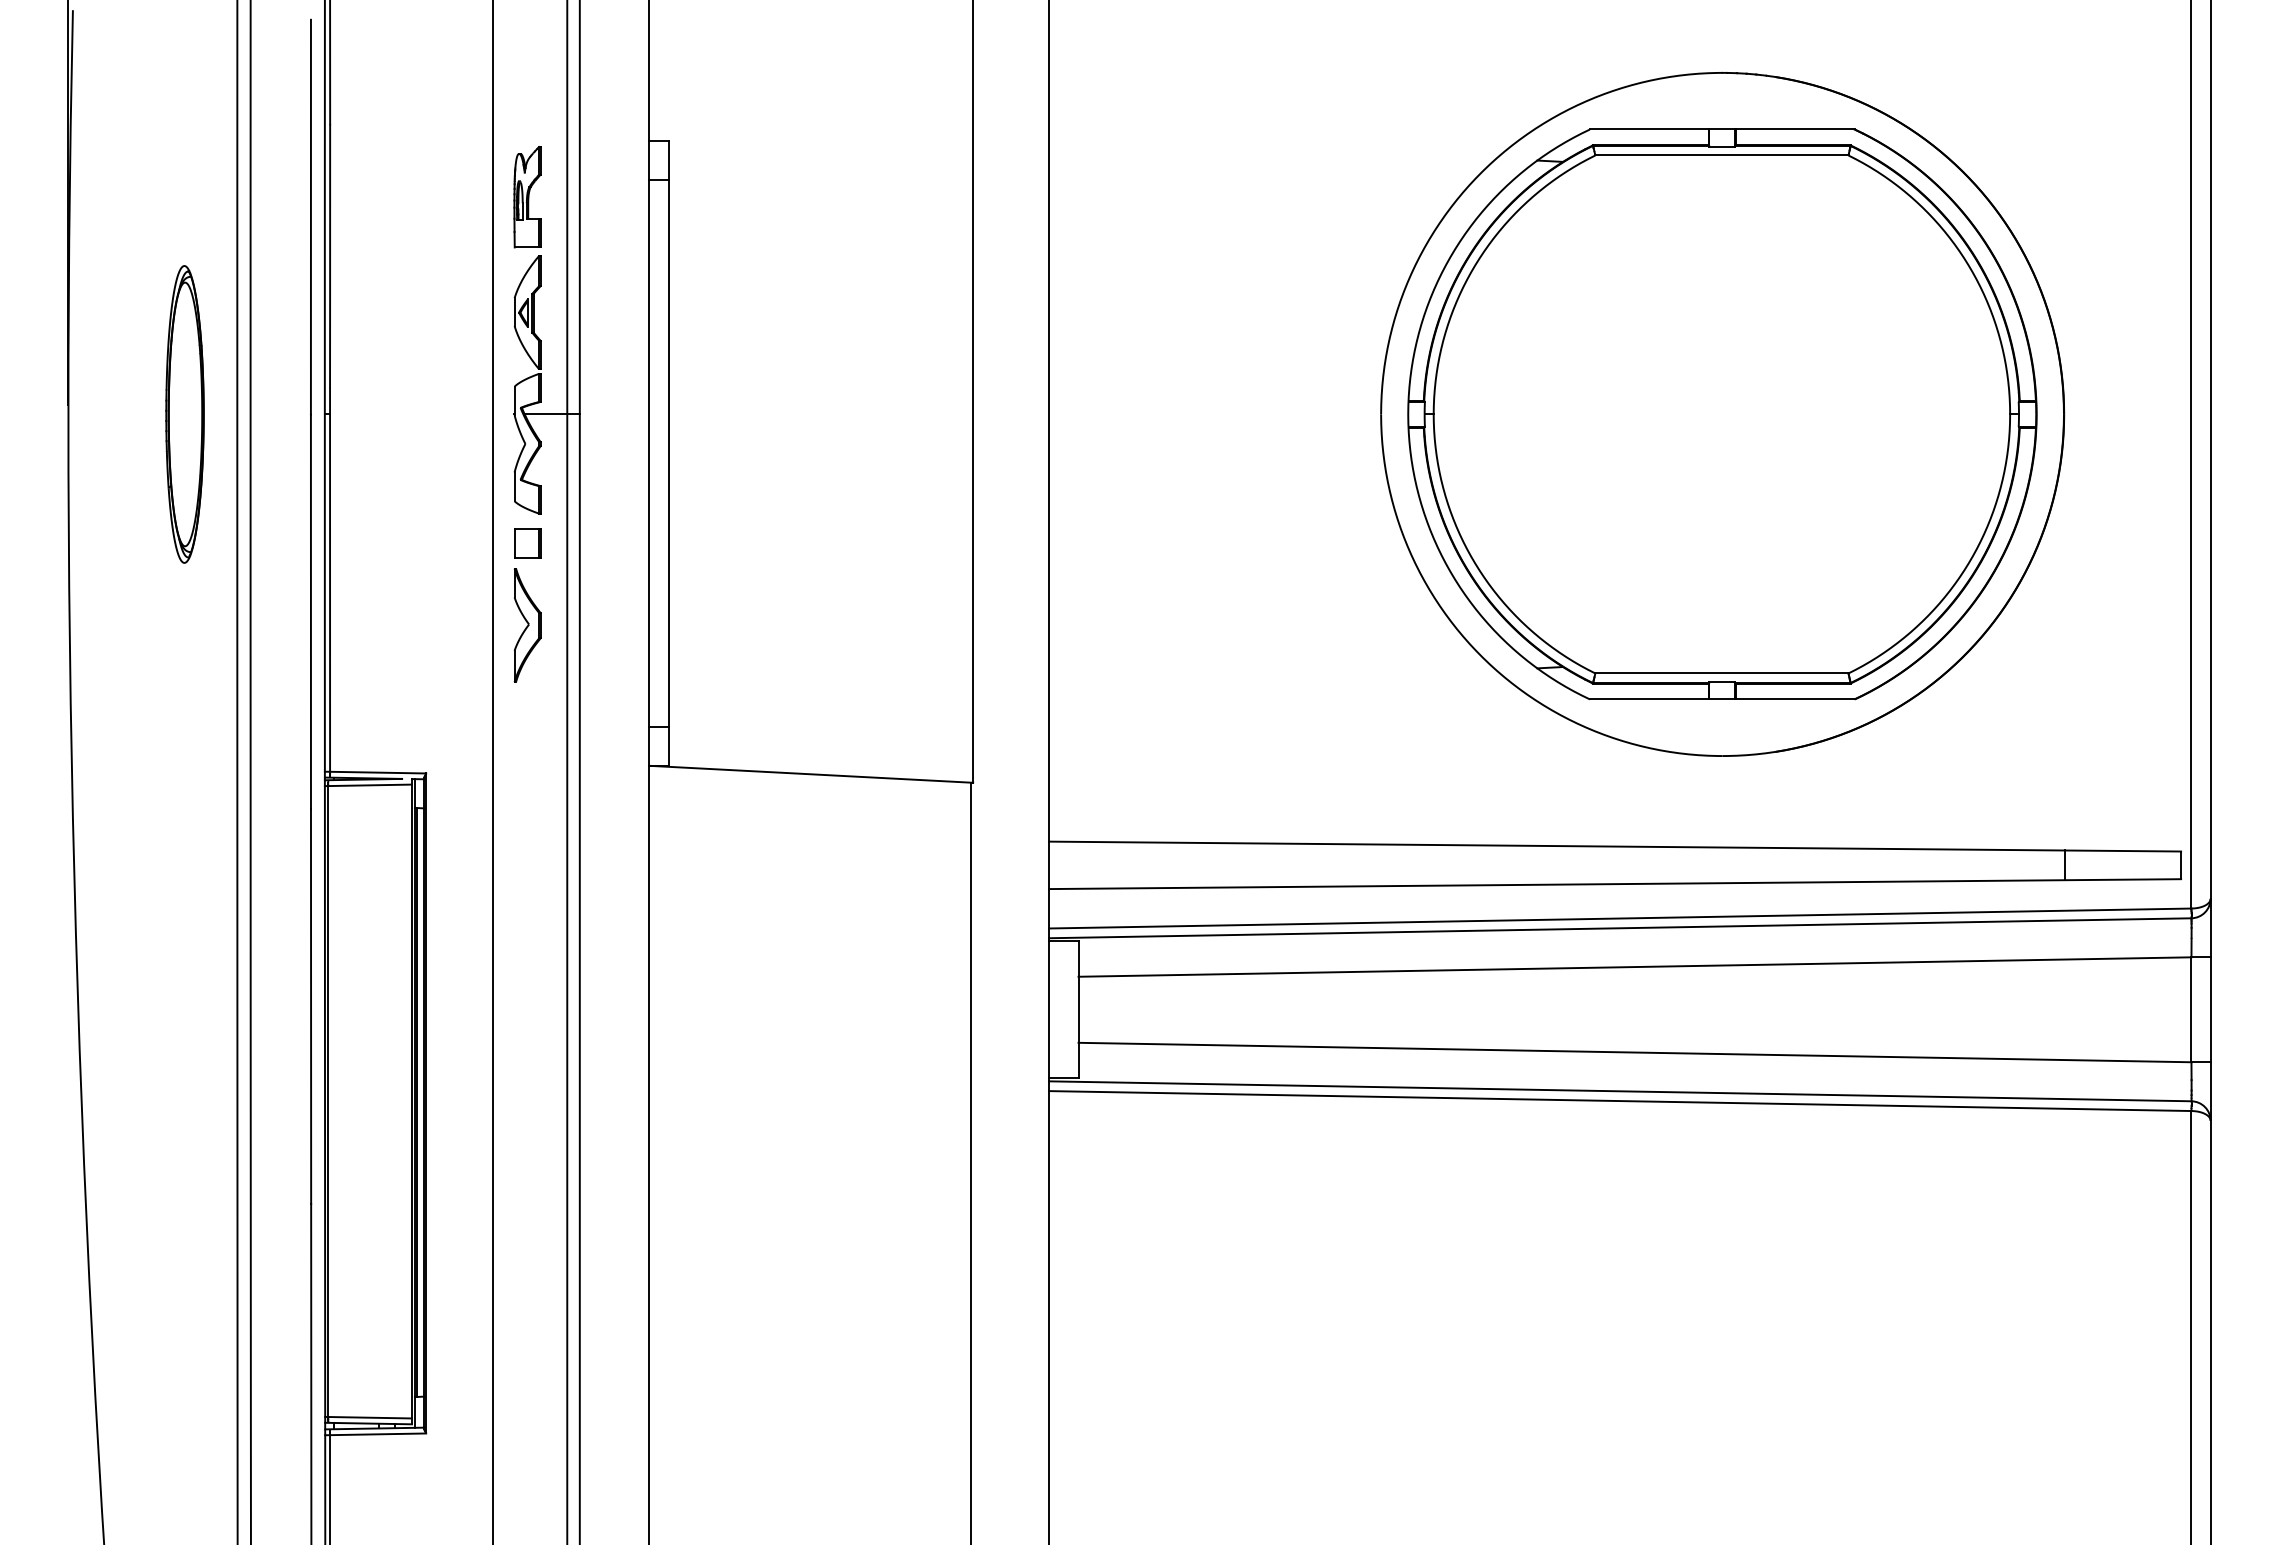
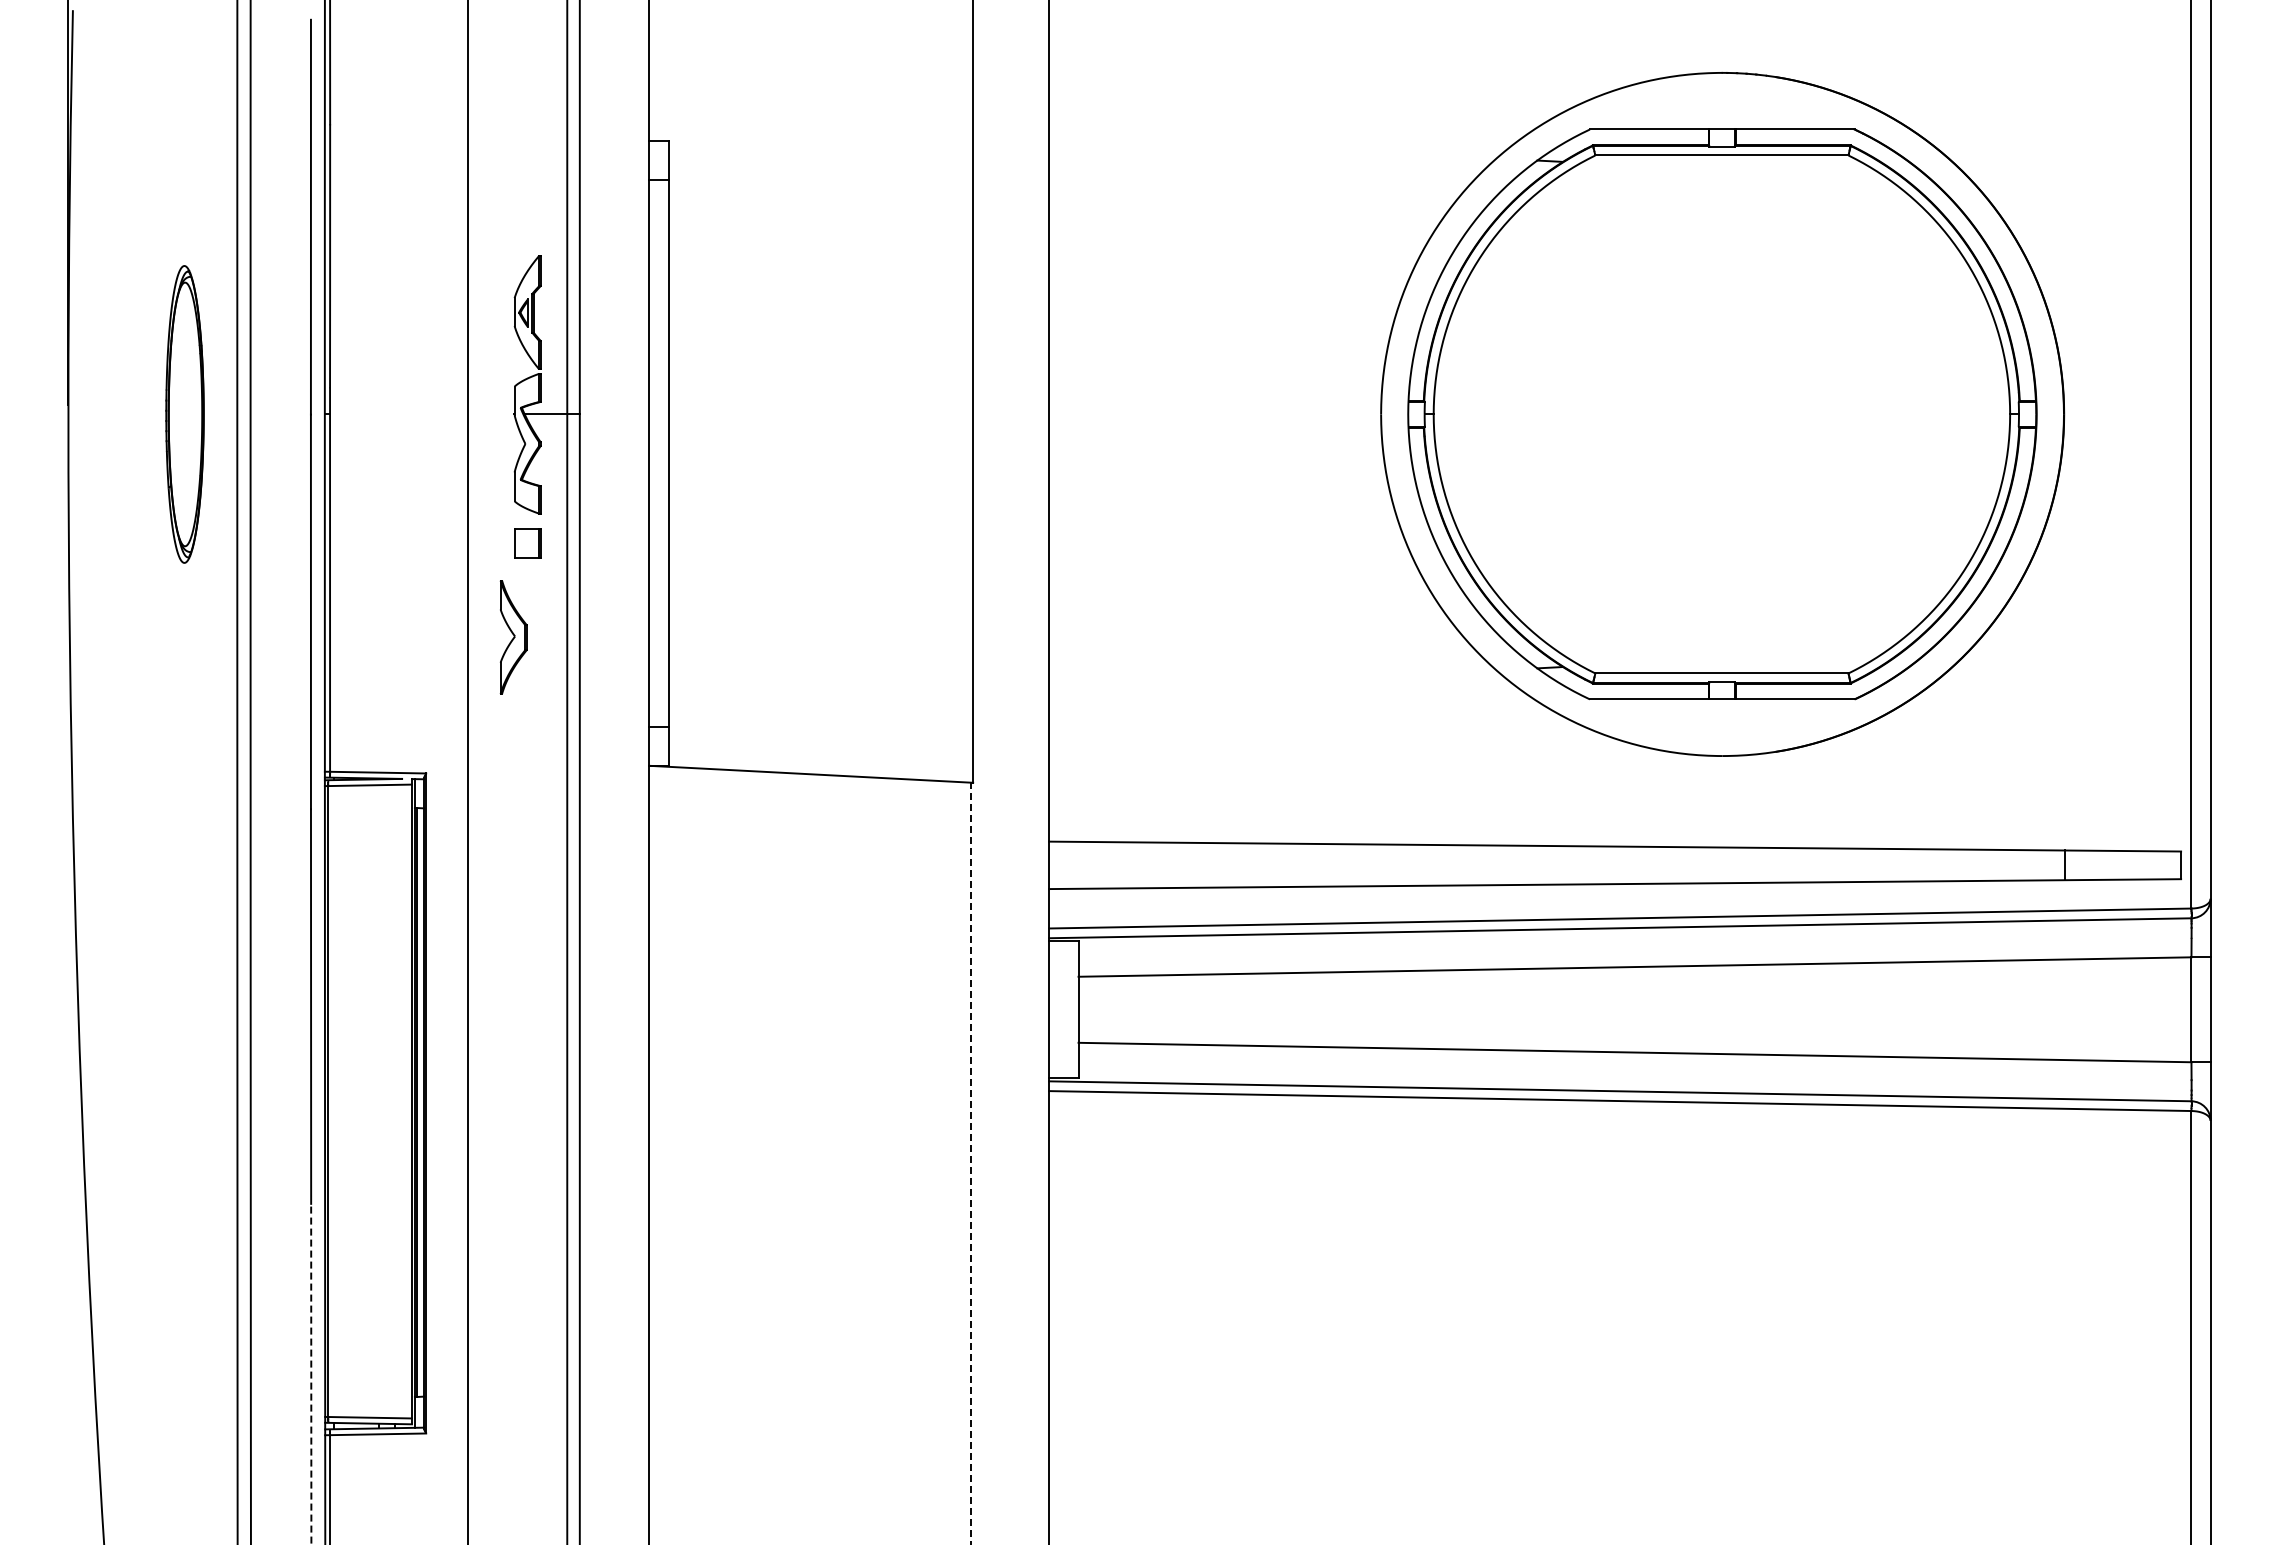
part at (527, 197): present -> none
part at (527, 625) position: (527, 625) -> (513, 637)
line at (493, 771) position: (493, 771) -> (468, 771)
line at (971, 1163): solid -> dashed
line at (311, 1373): solid -> dashed
